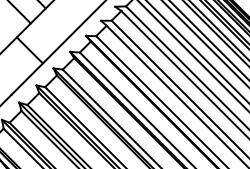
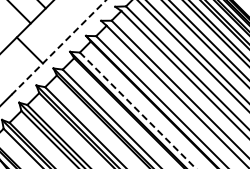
line at (58, 47): solid -> dashed
line at (137, 110): solid -> dashed
